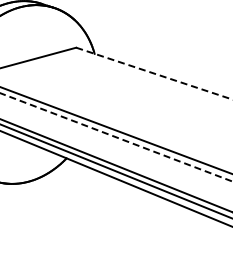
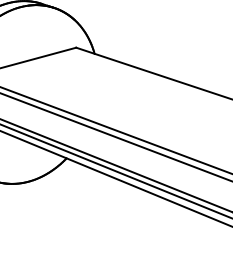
line at (154, 73): dashed -> solid
line at (116, 137): dashed -> solid
